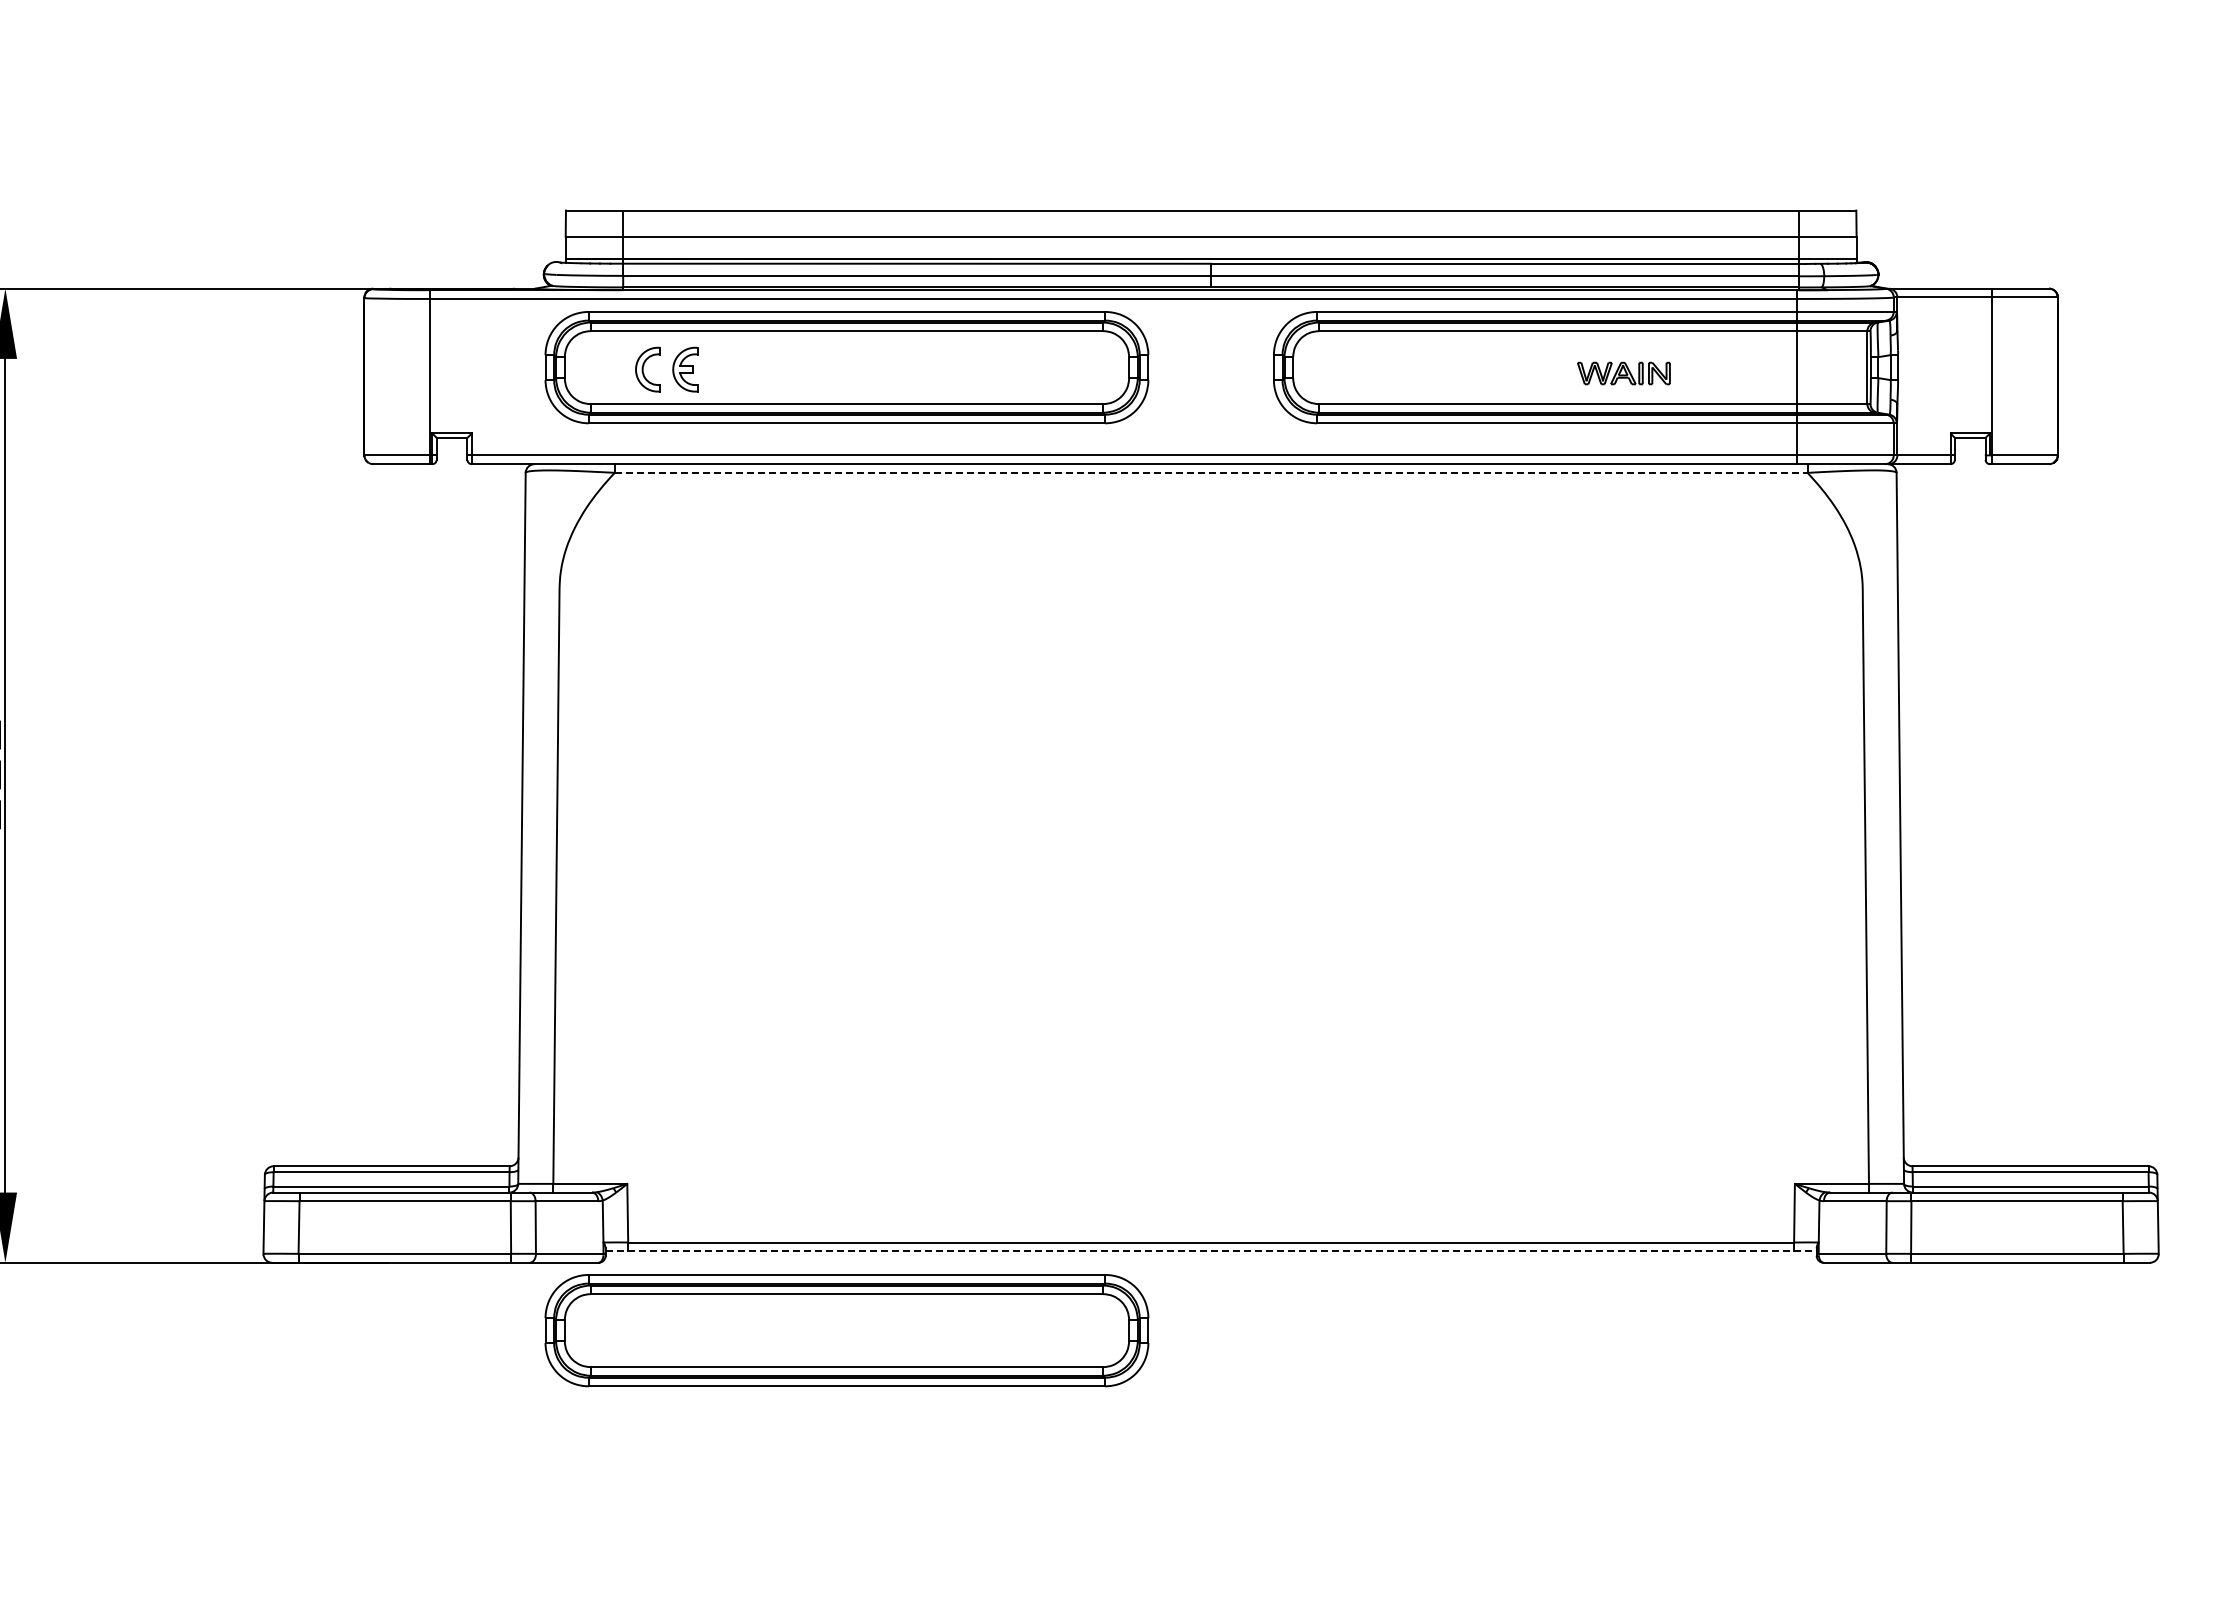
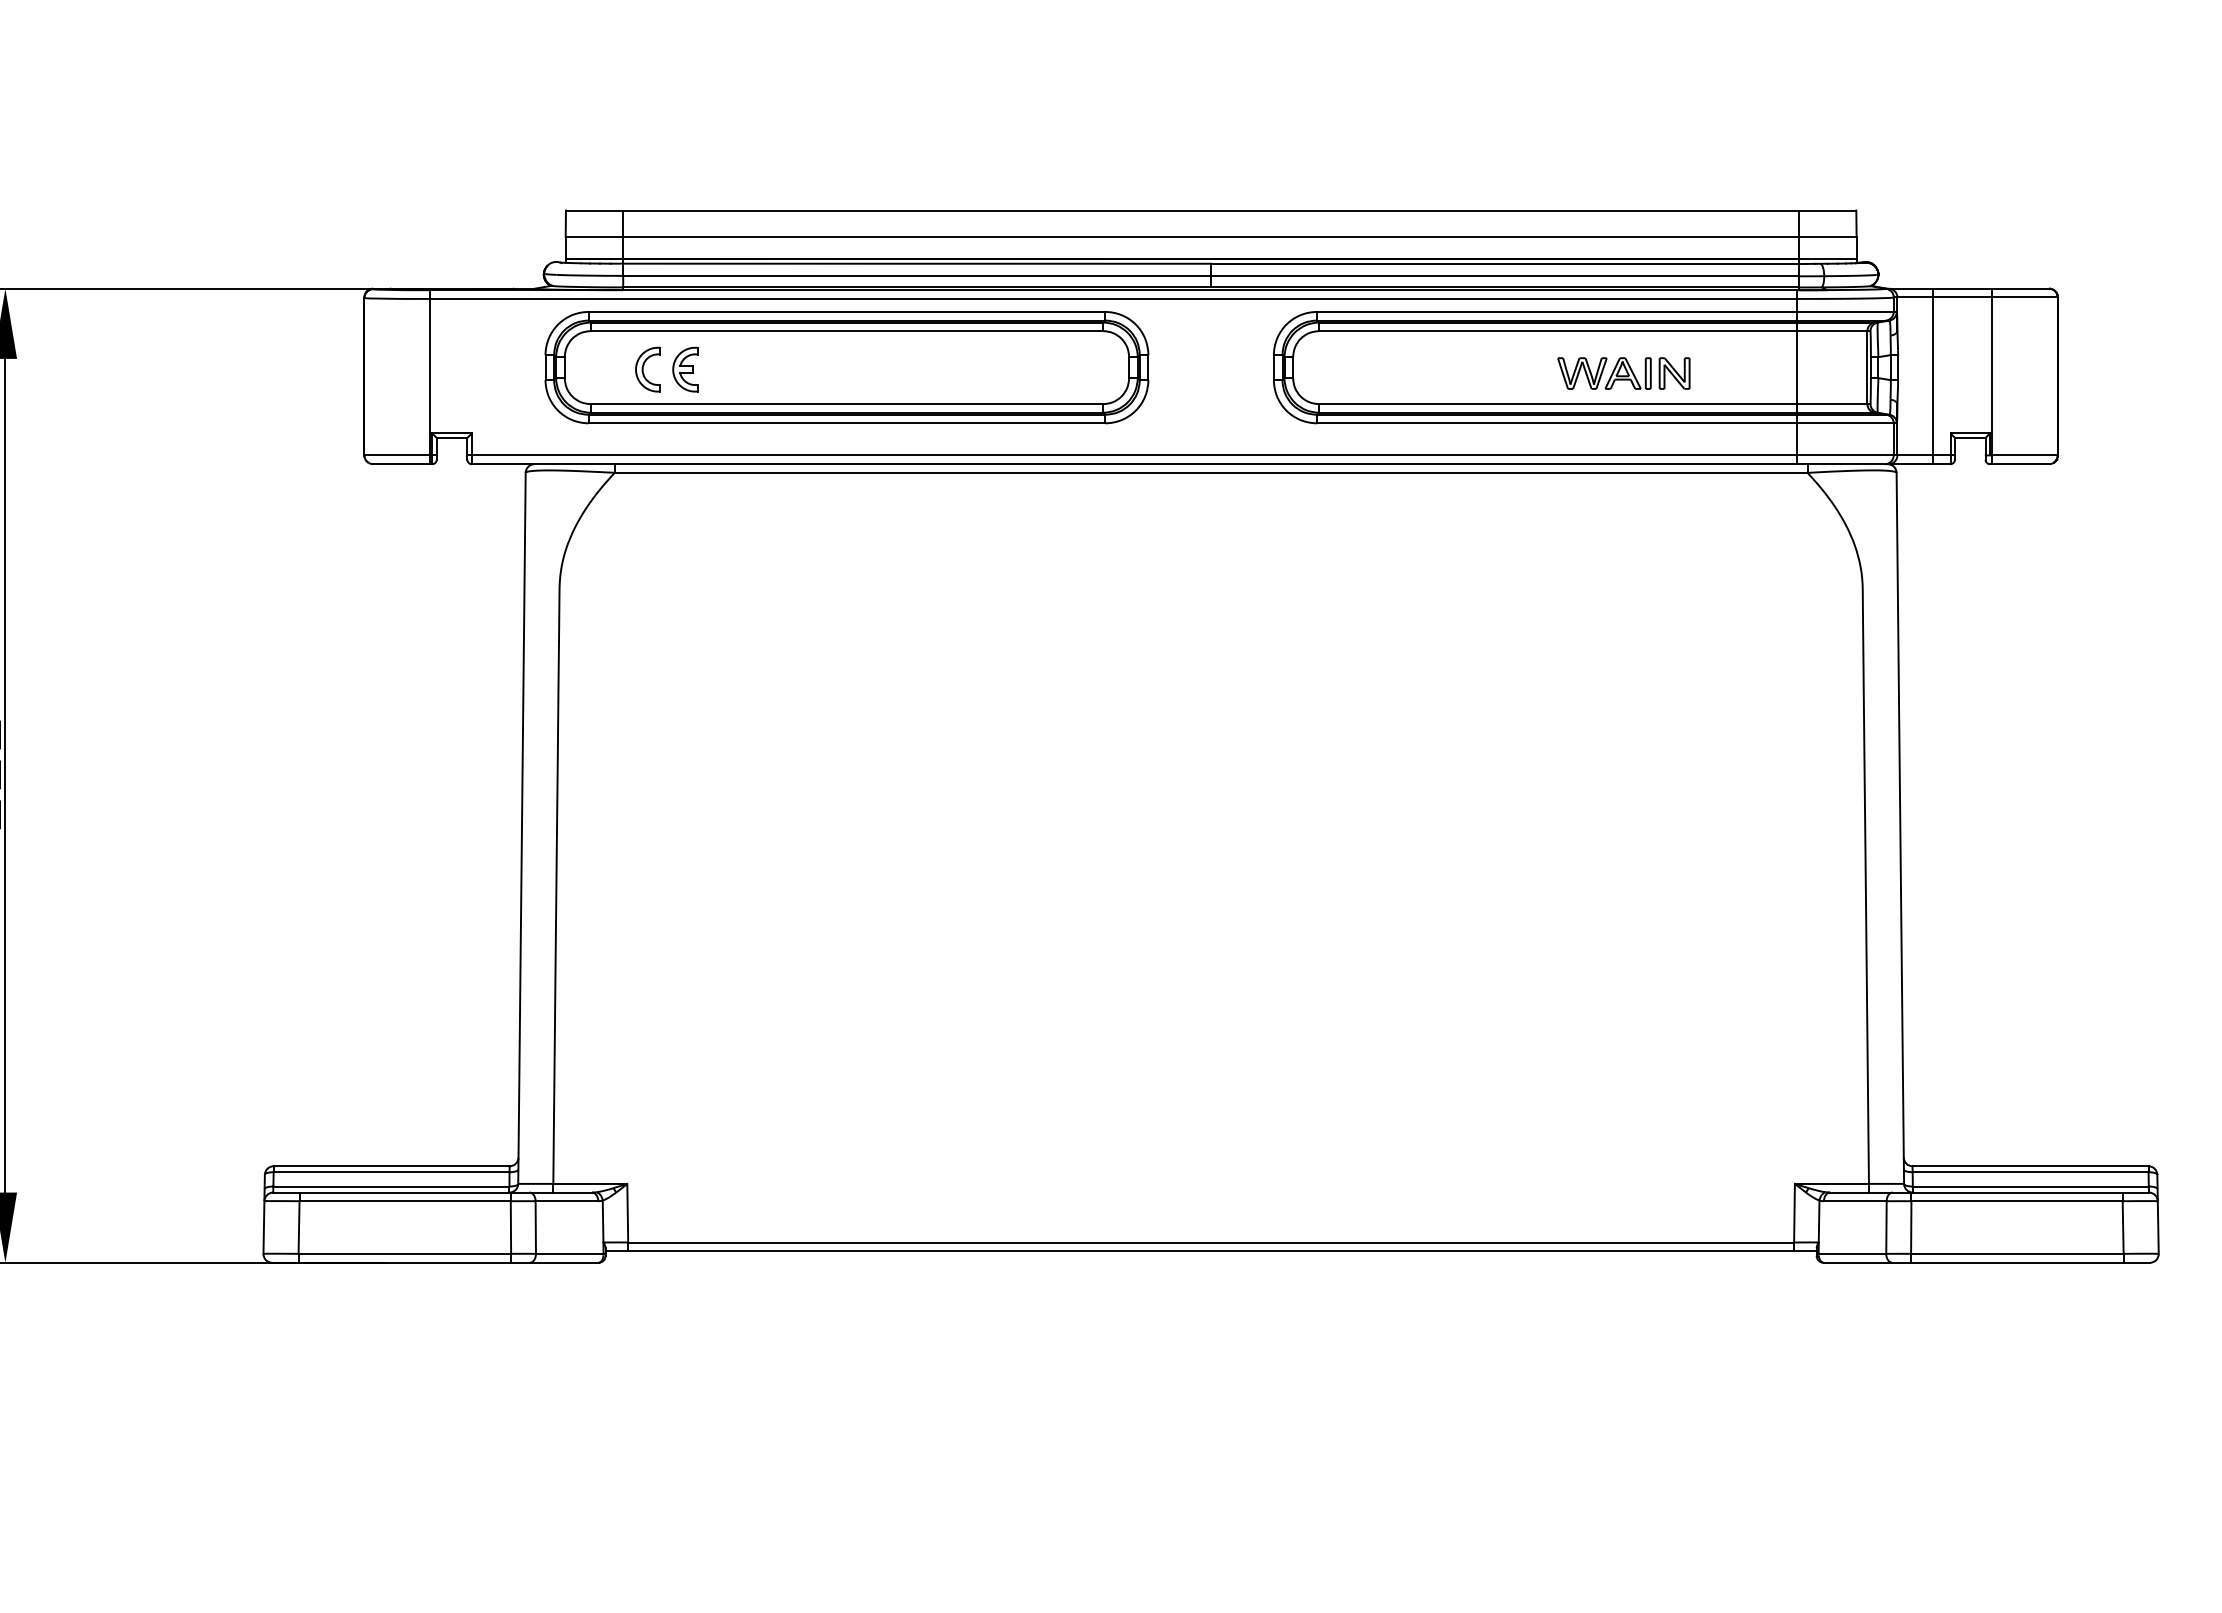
part at (1623, 373) size: 94x25 px -> 134x33 px
line at (1932, 376): none -> present
line at (1211, 472): dashed -> solid
line at (1211, 1251): dashed -> solid
part at (846, 1330): present -> none
